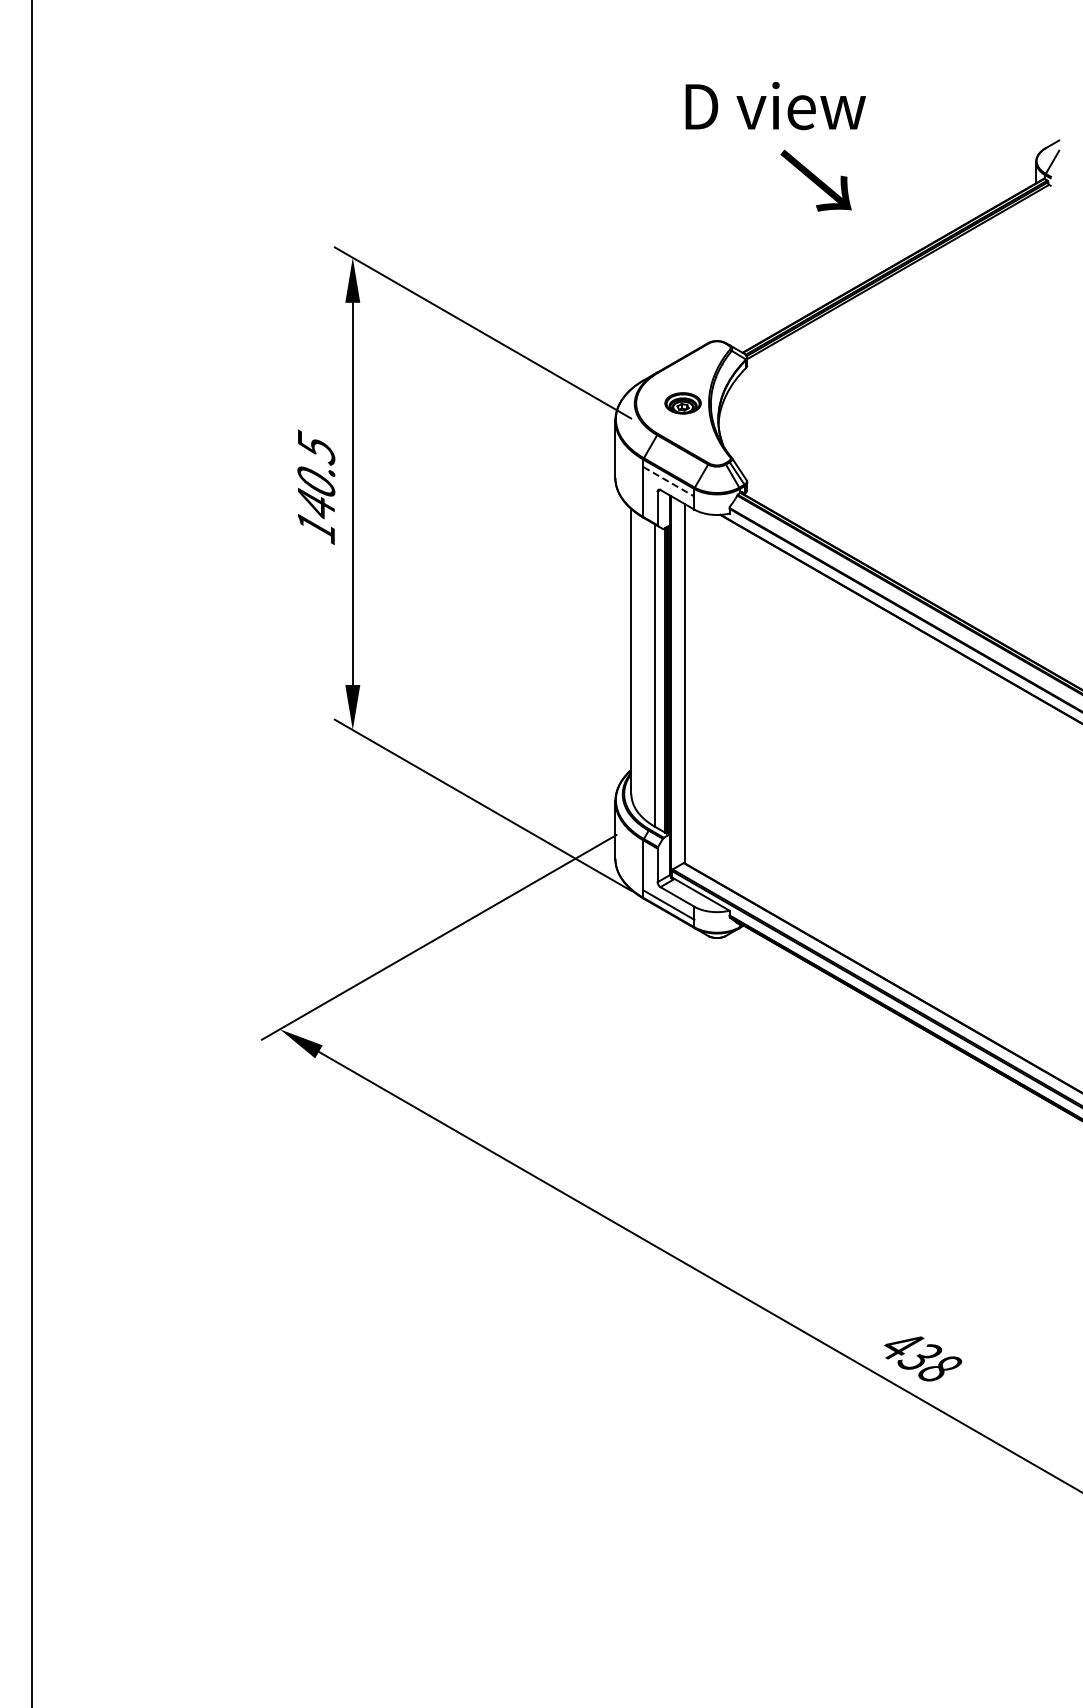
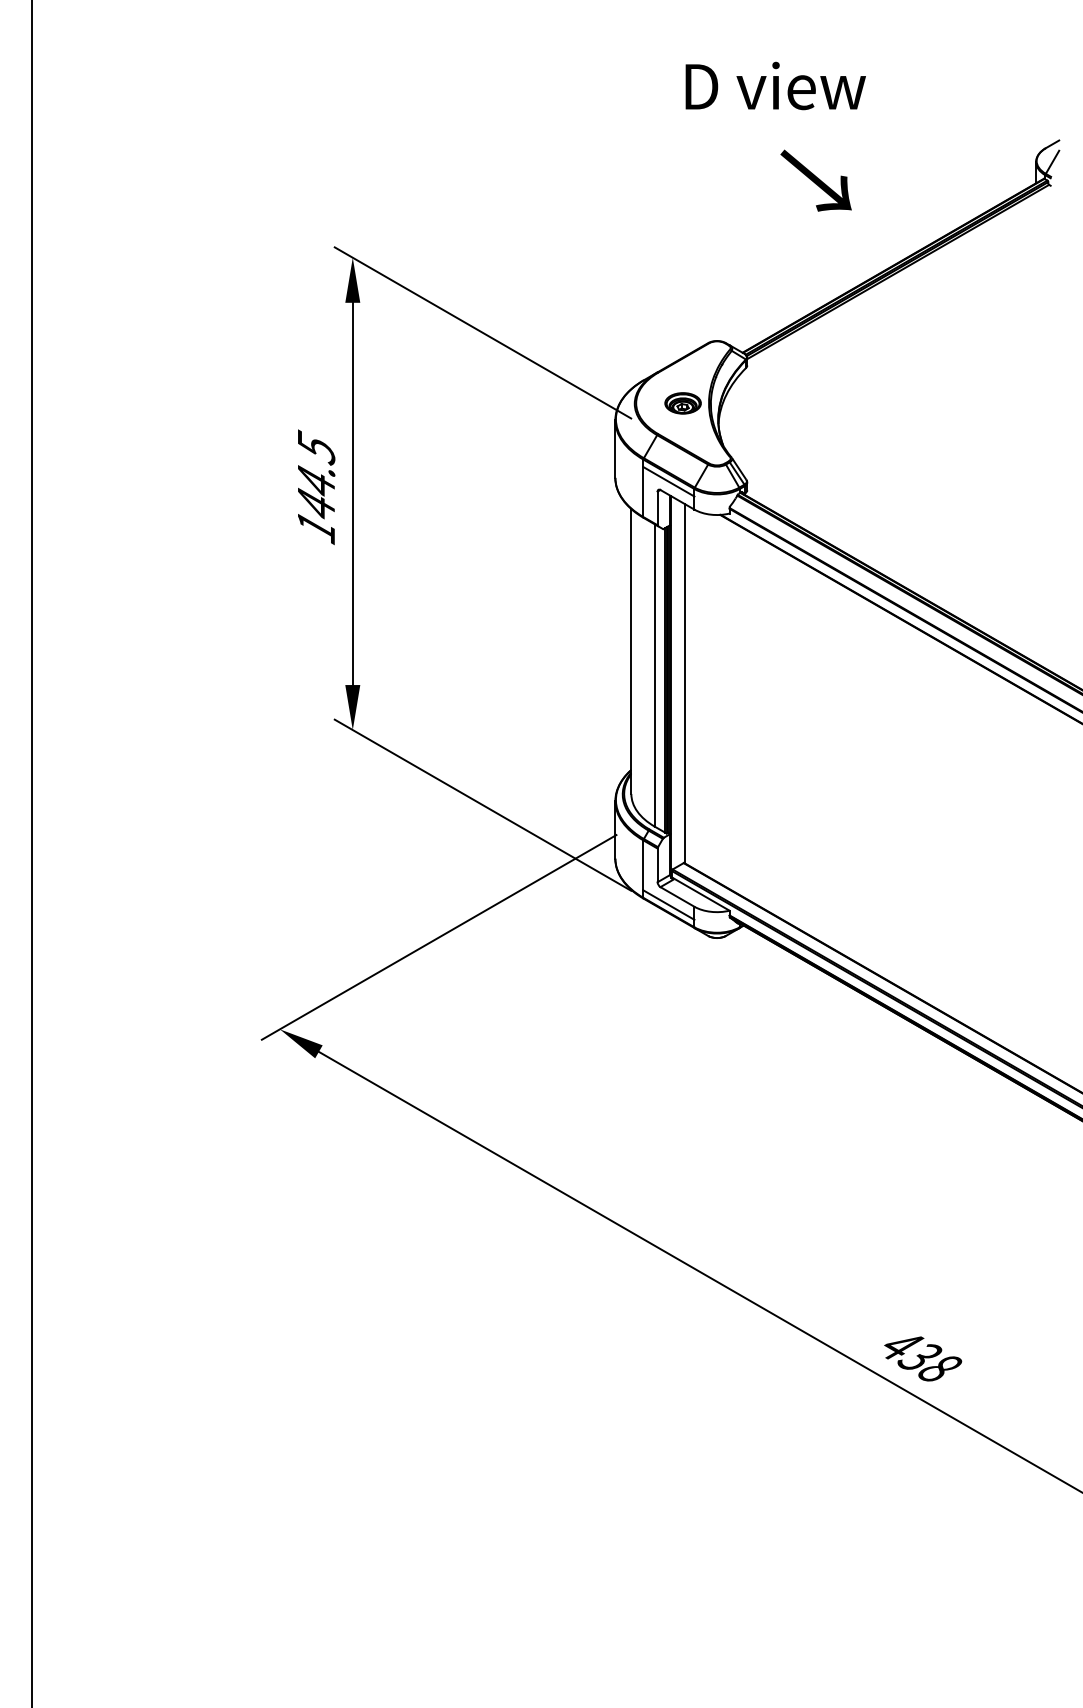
text at (775, 105) position: (775, 105) -> (775, 85)
text at (316, 480): 140.5 -> 144.5
line at (669, 482): dashed -> solid
